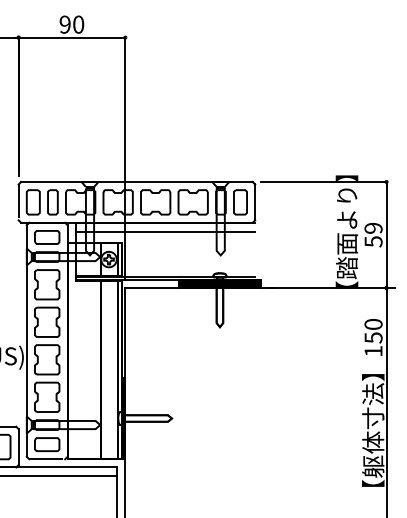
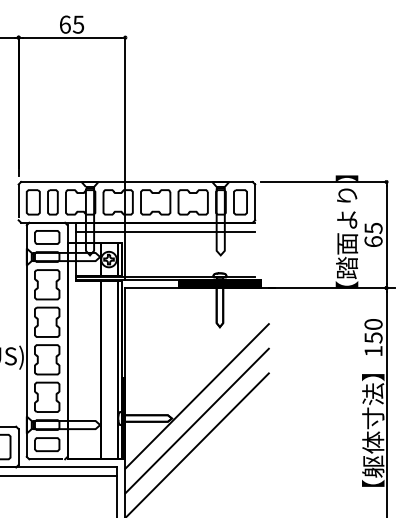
text at (71, 24): 90 -> 65
text at (373, 234): 59 -> 65
line at (196, 396): none -> present
line at (196, 420): none -> present
line at (198, 443): none -> present
